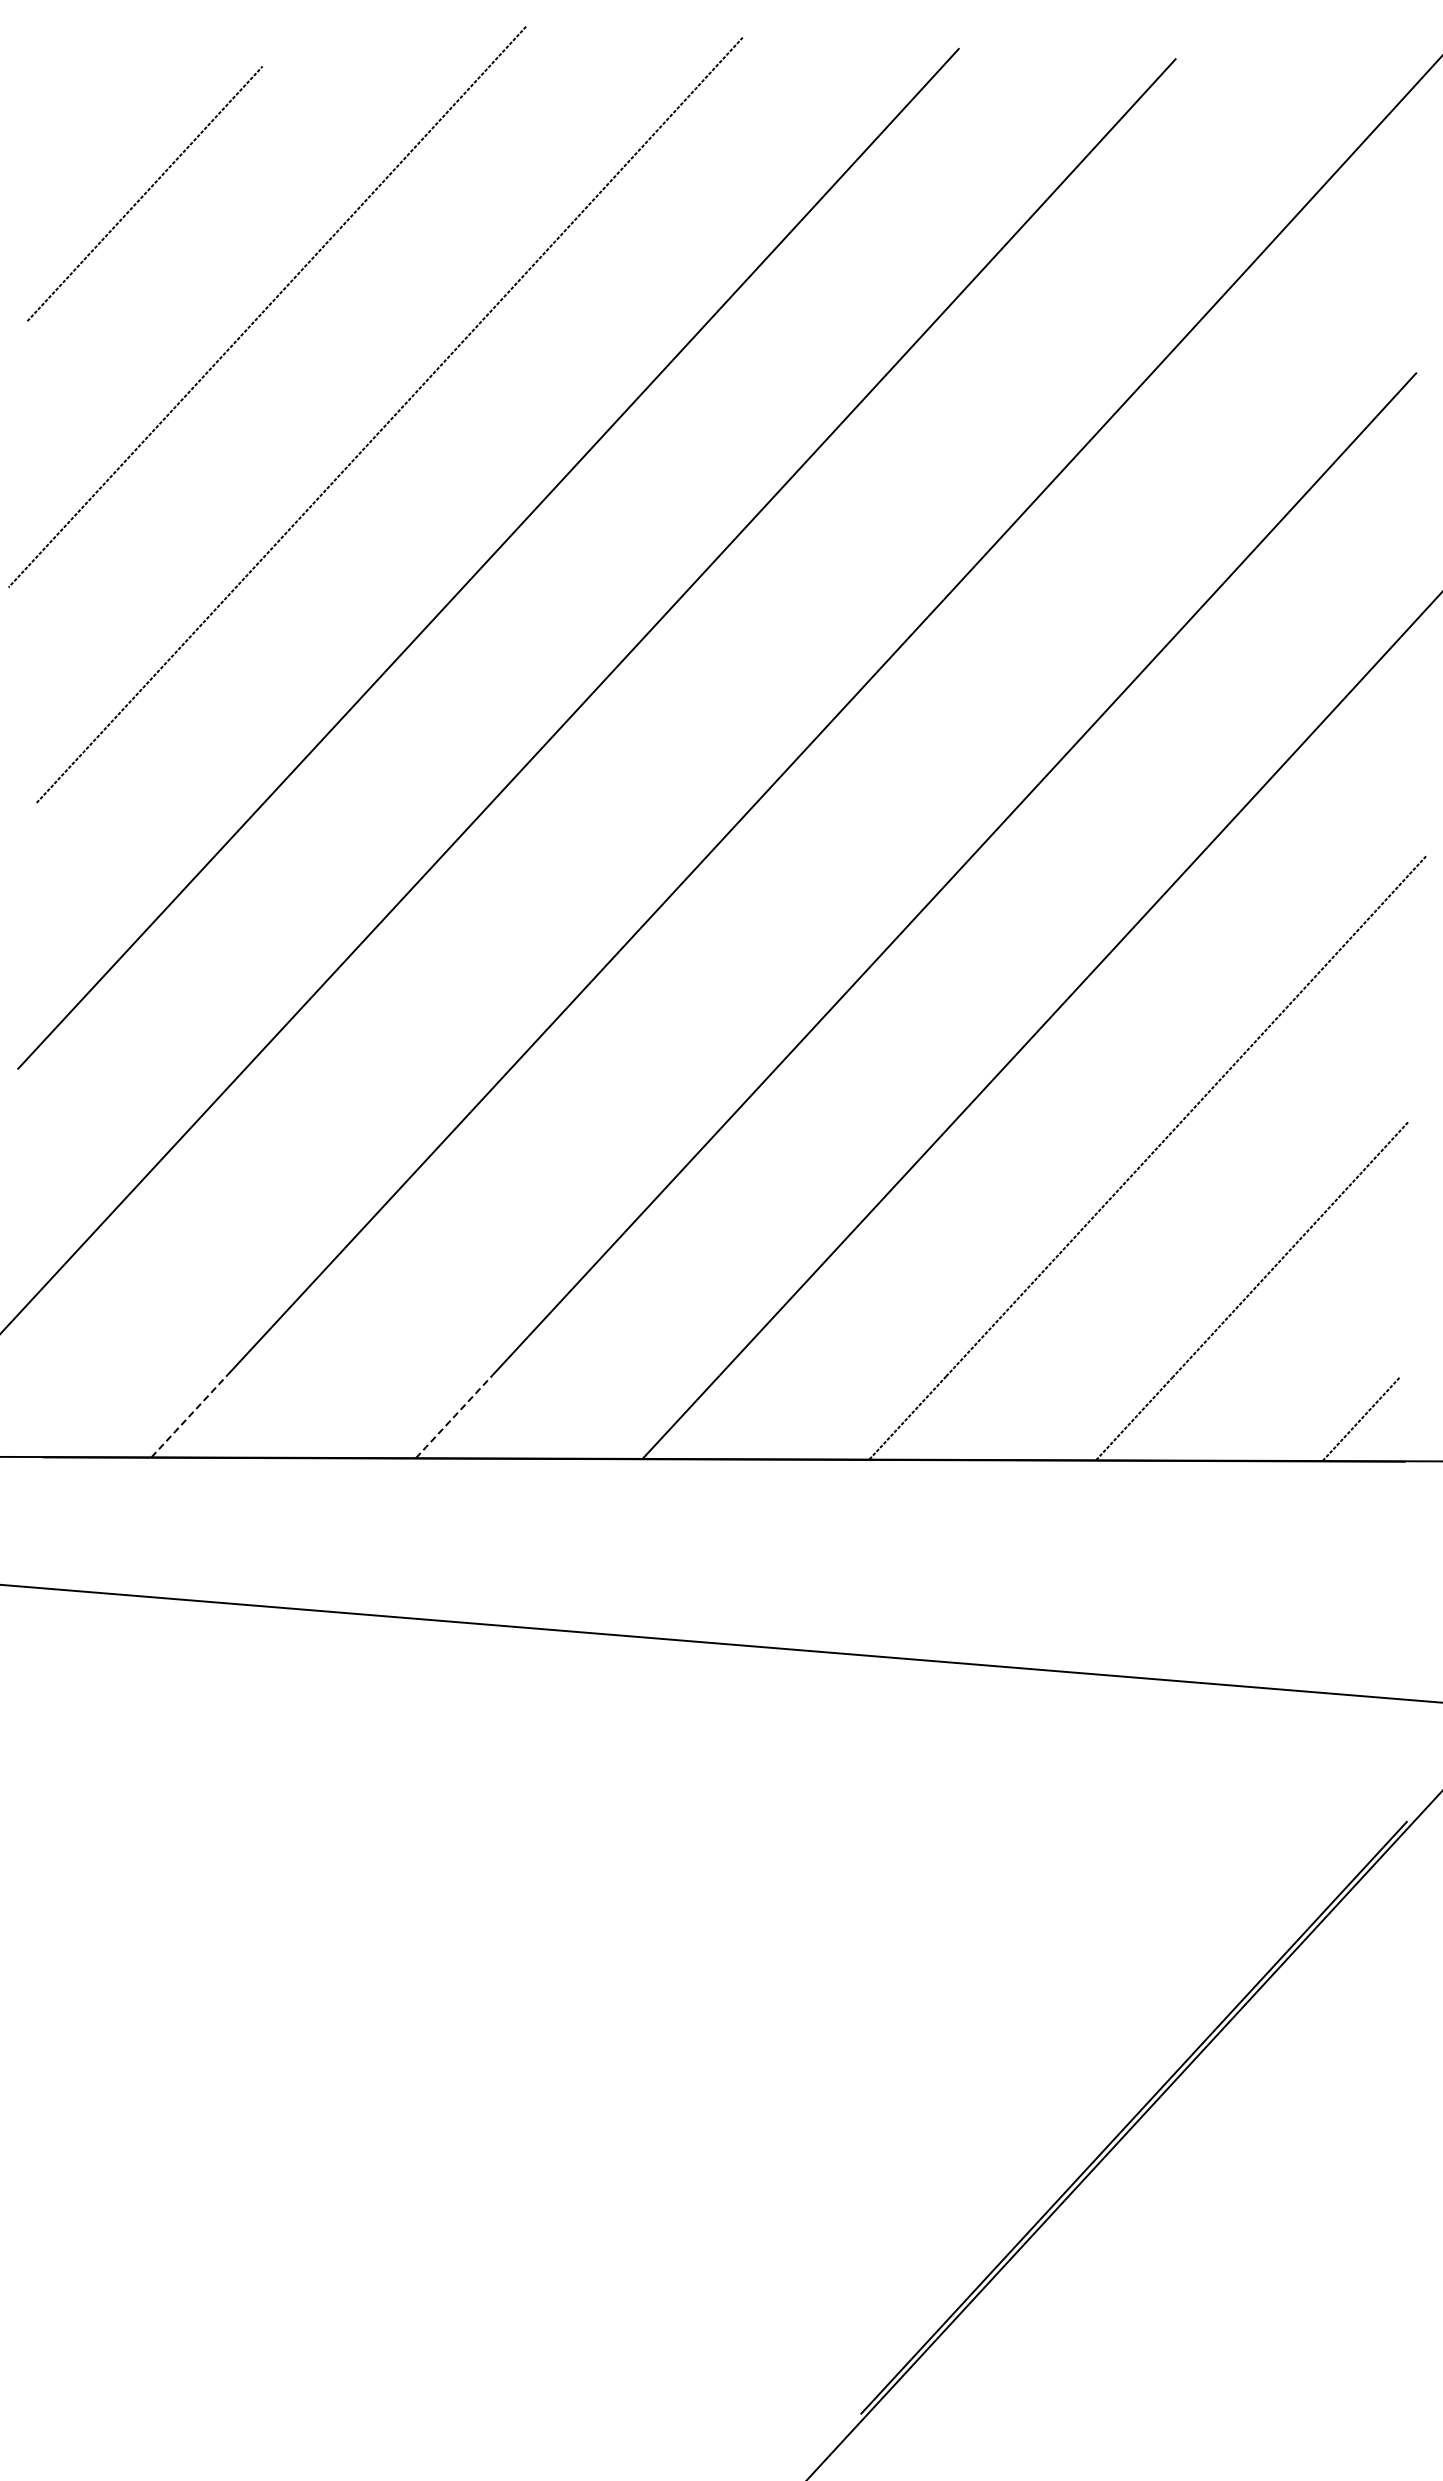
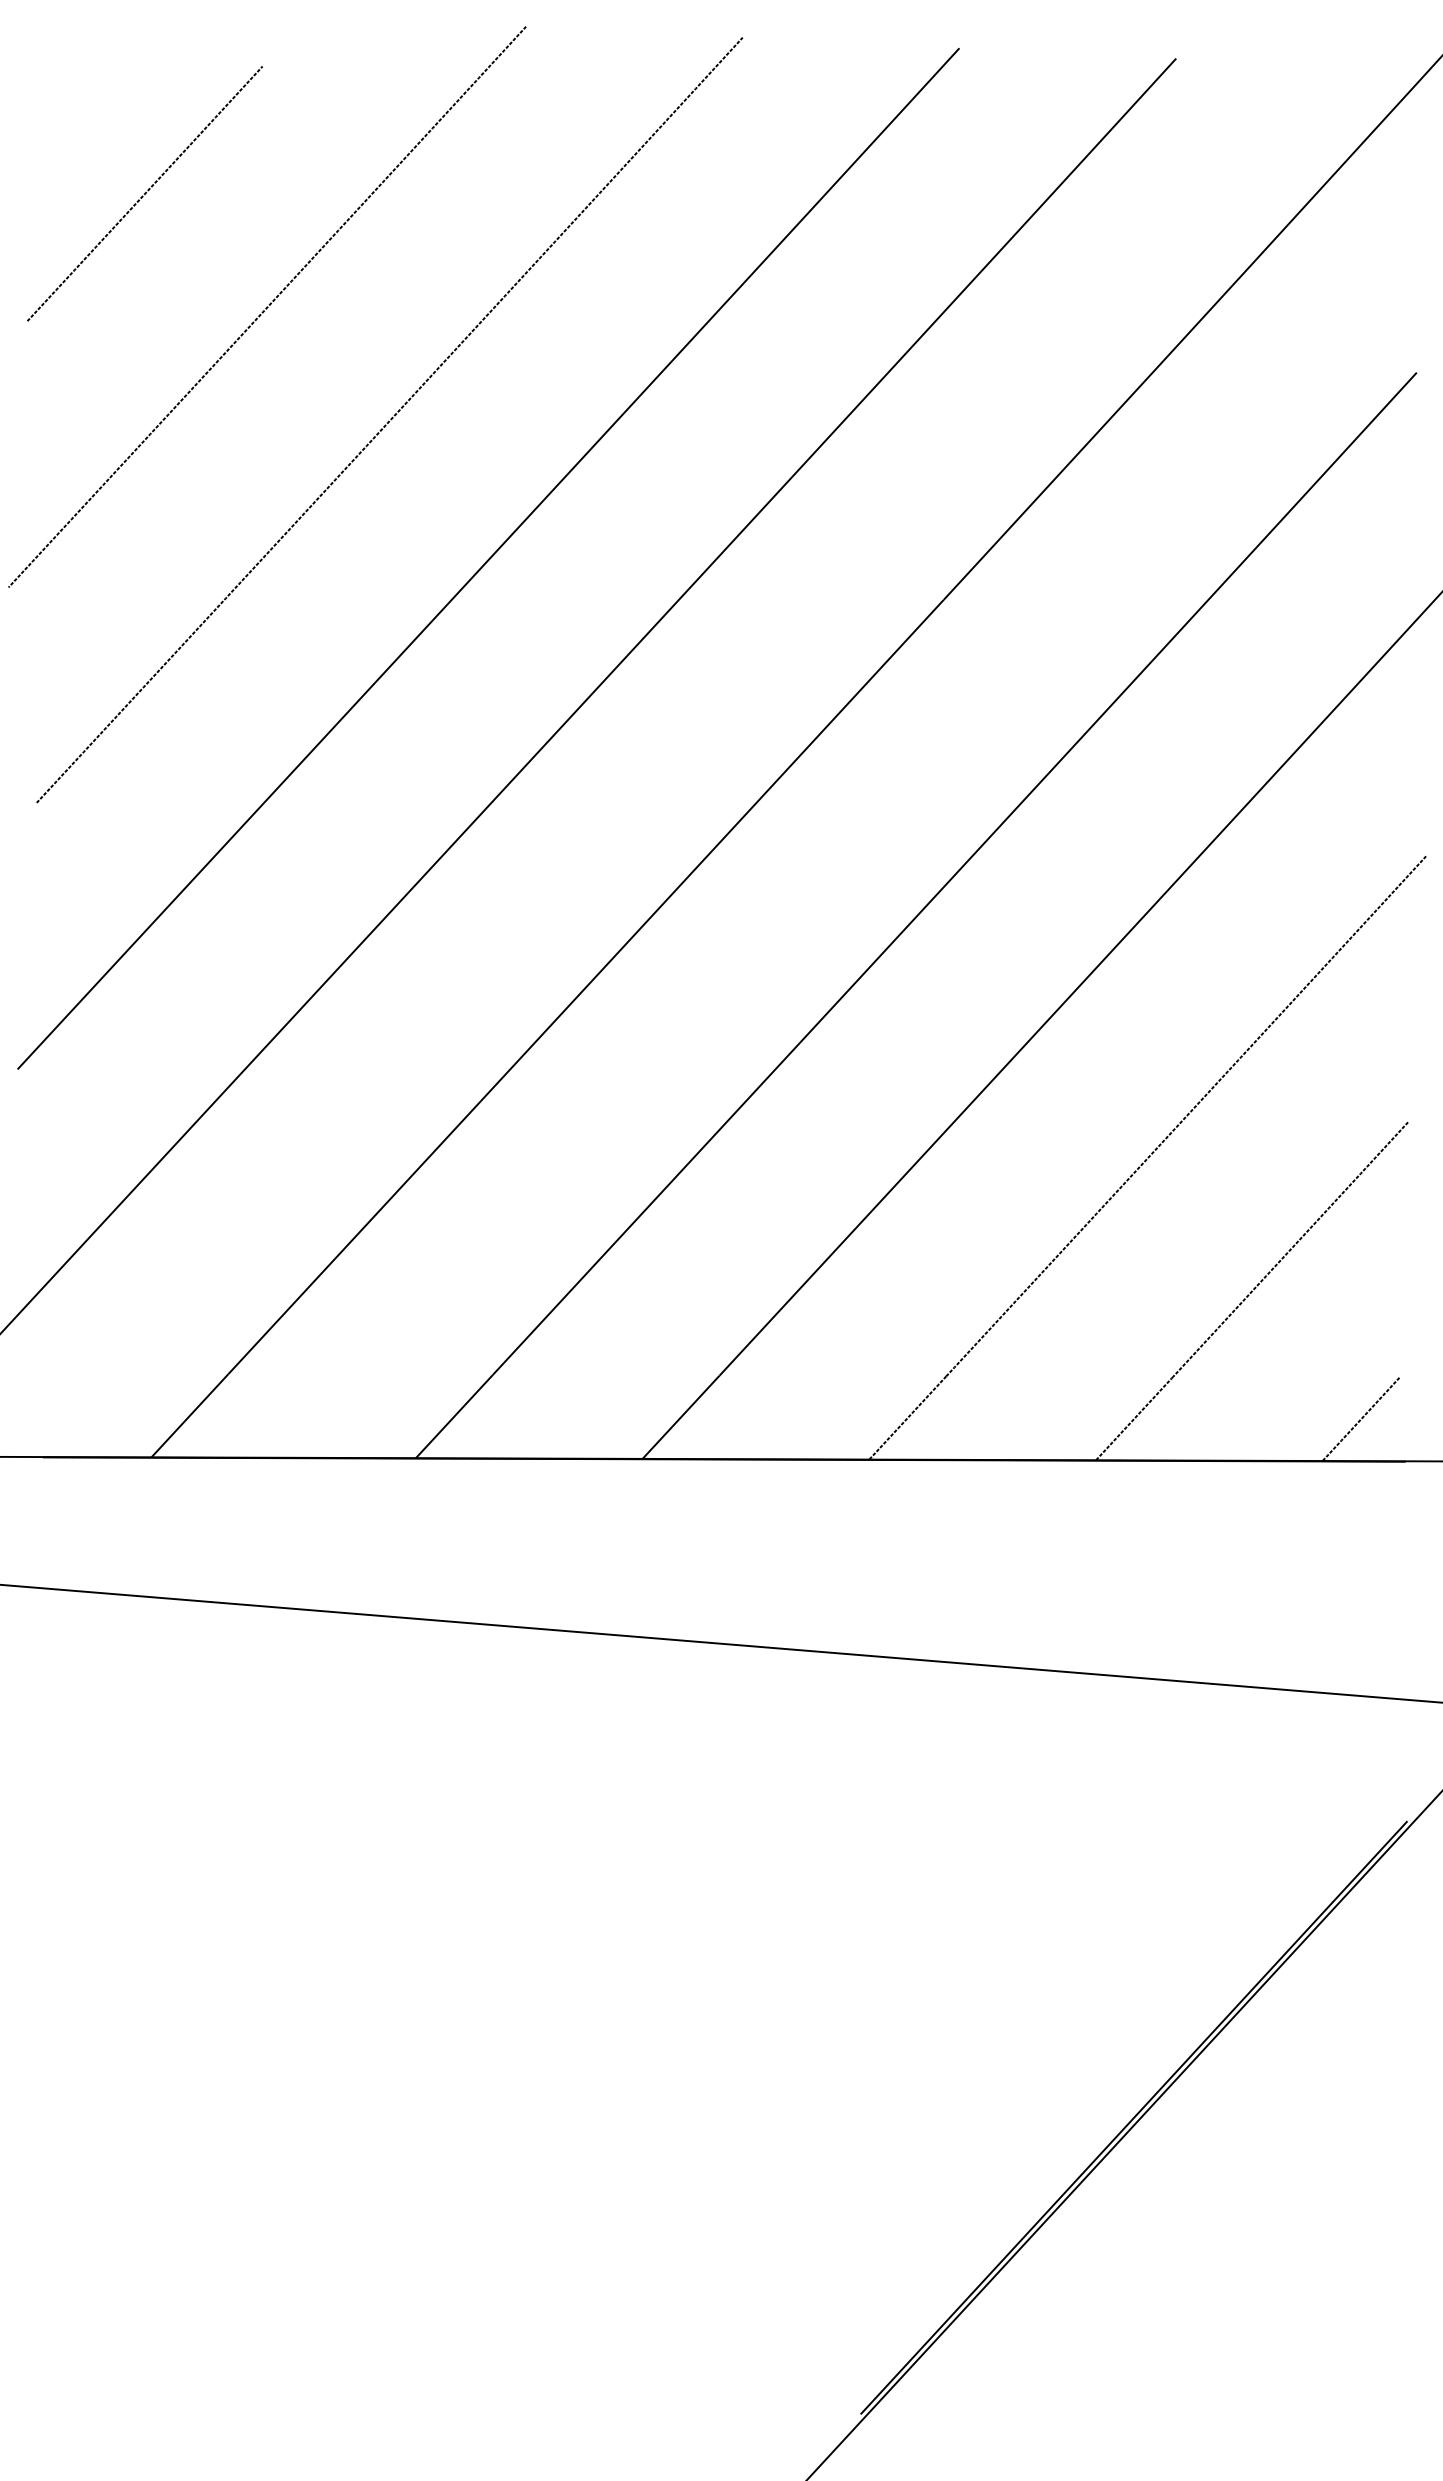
line at (190, 1415): dashed -> solid
line at (454, 1416): dashed -> solid
